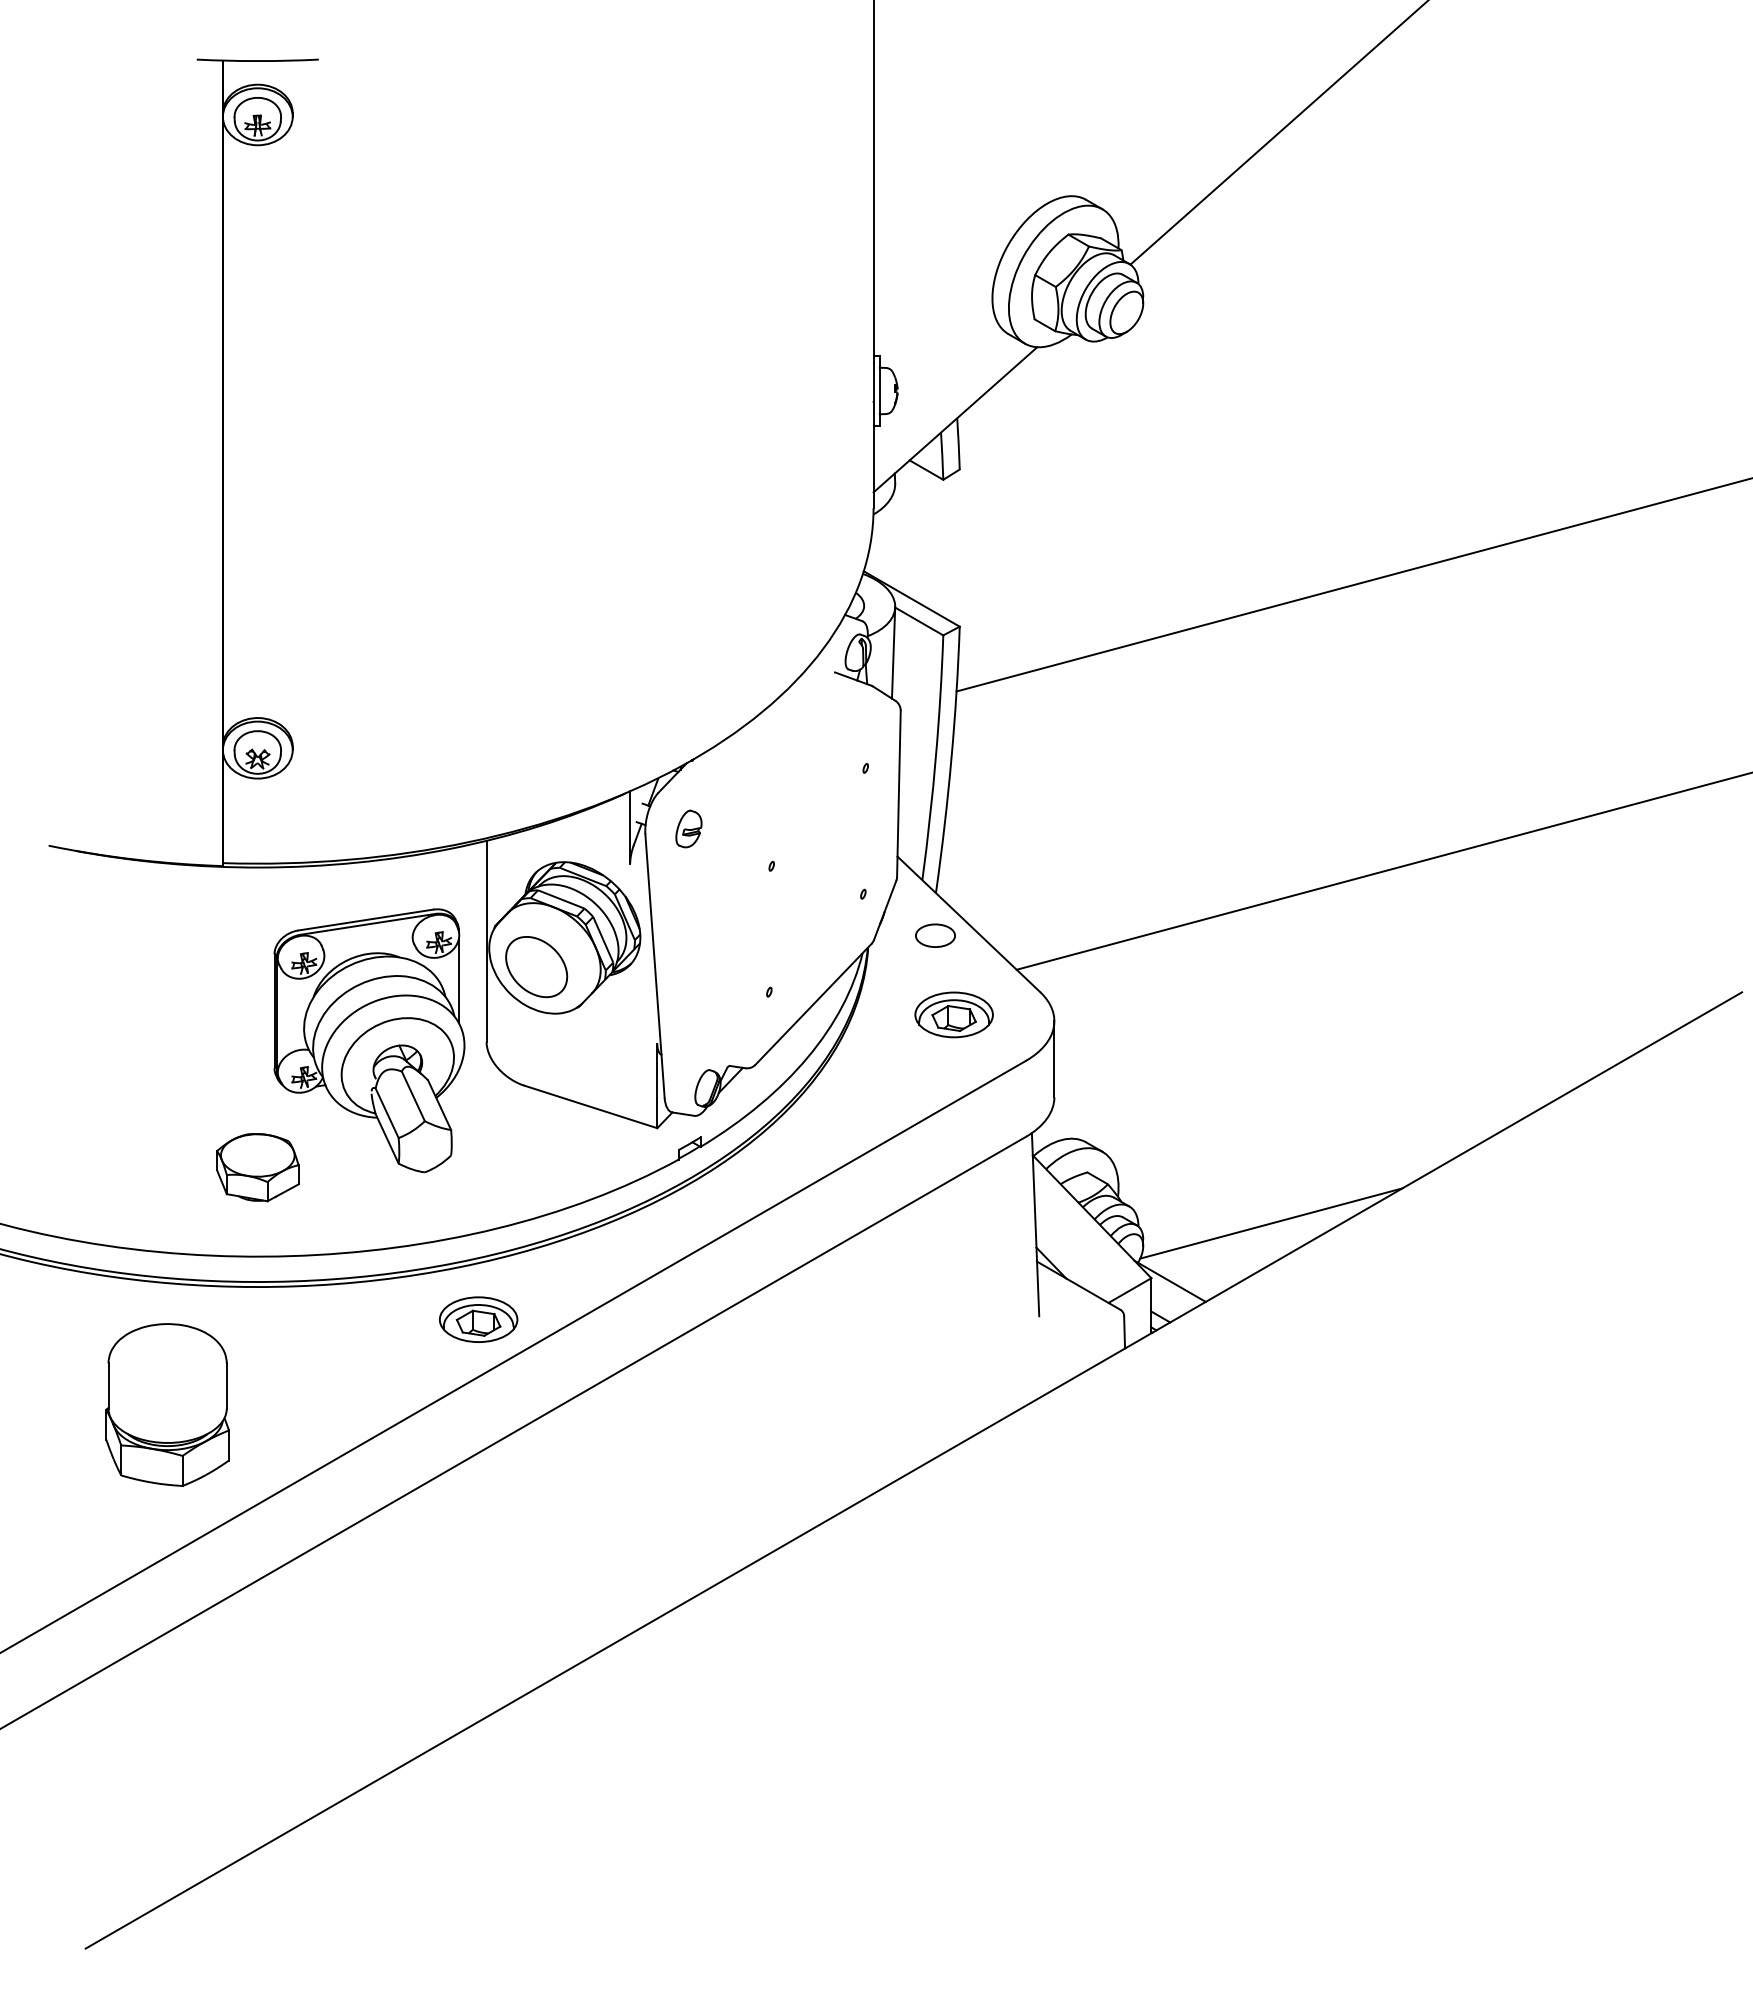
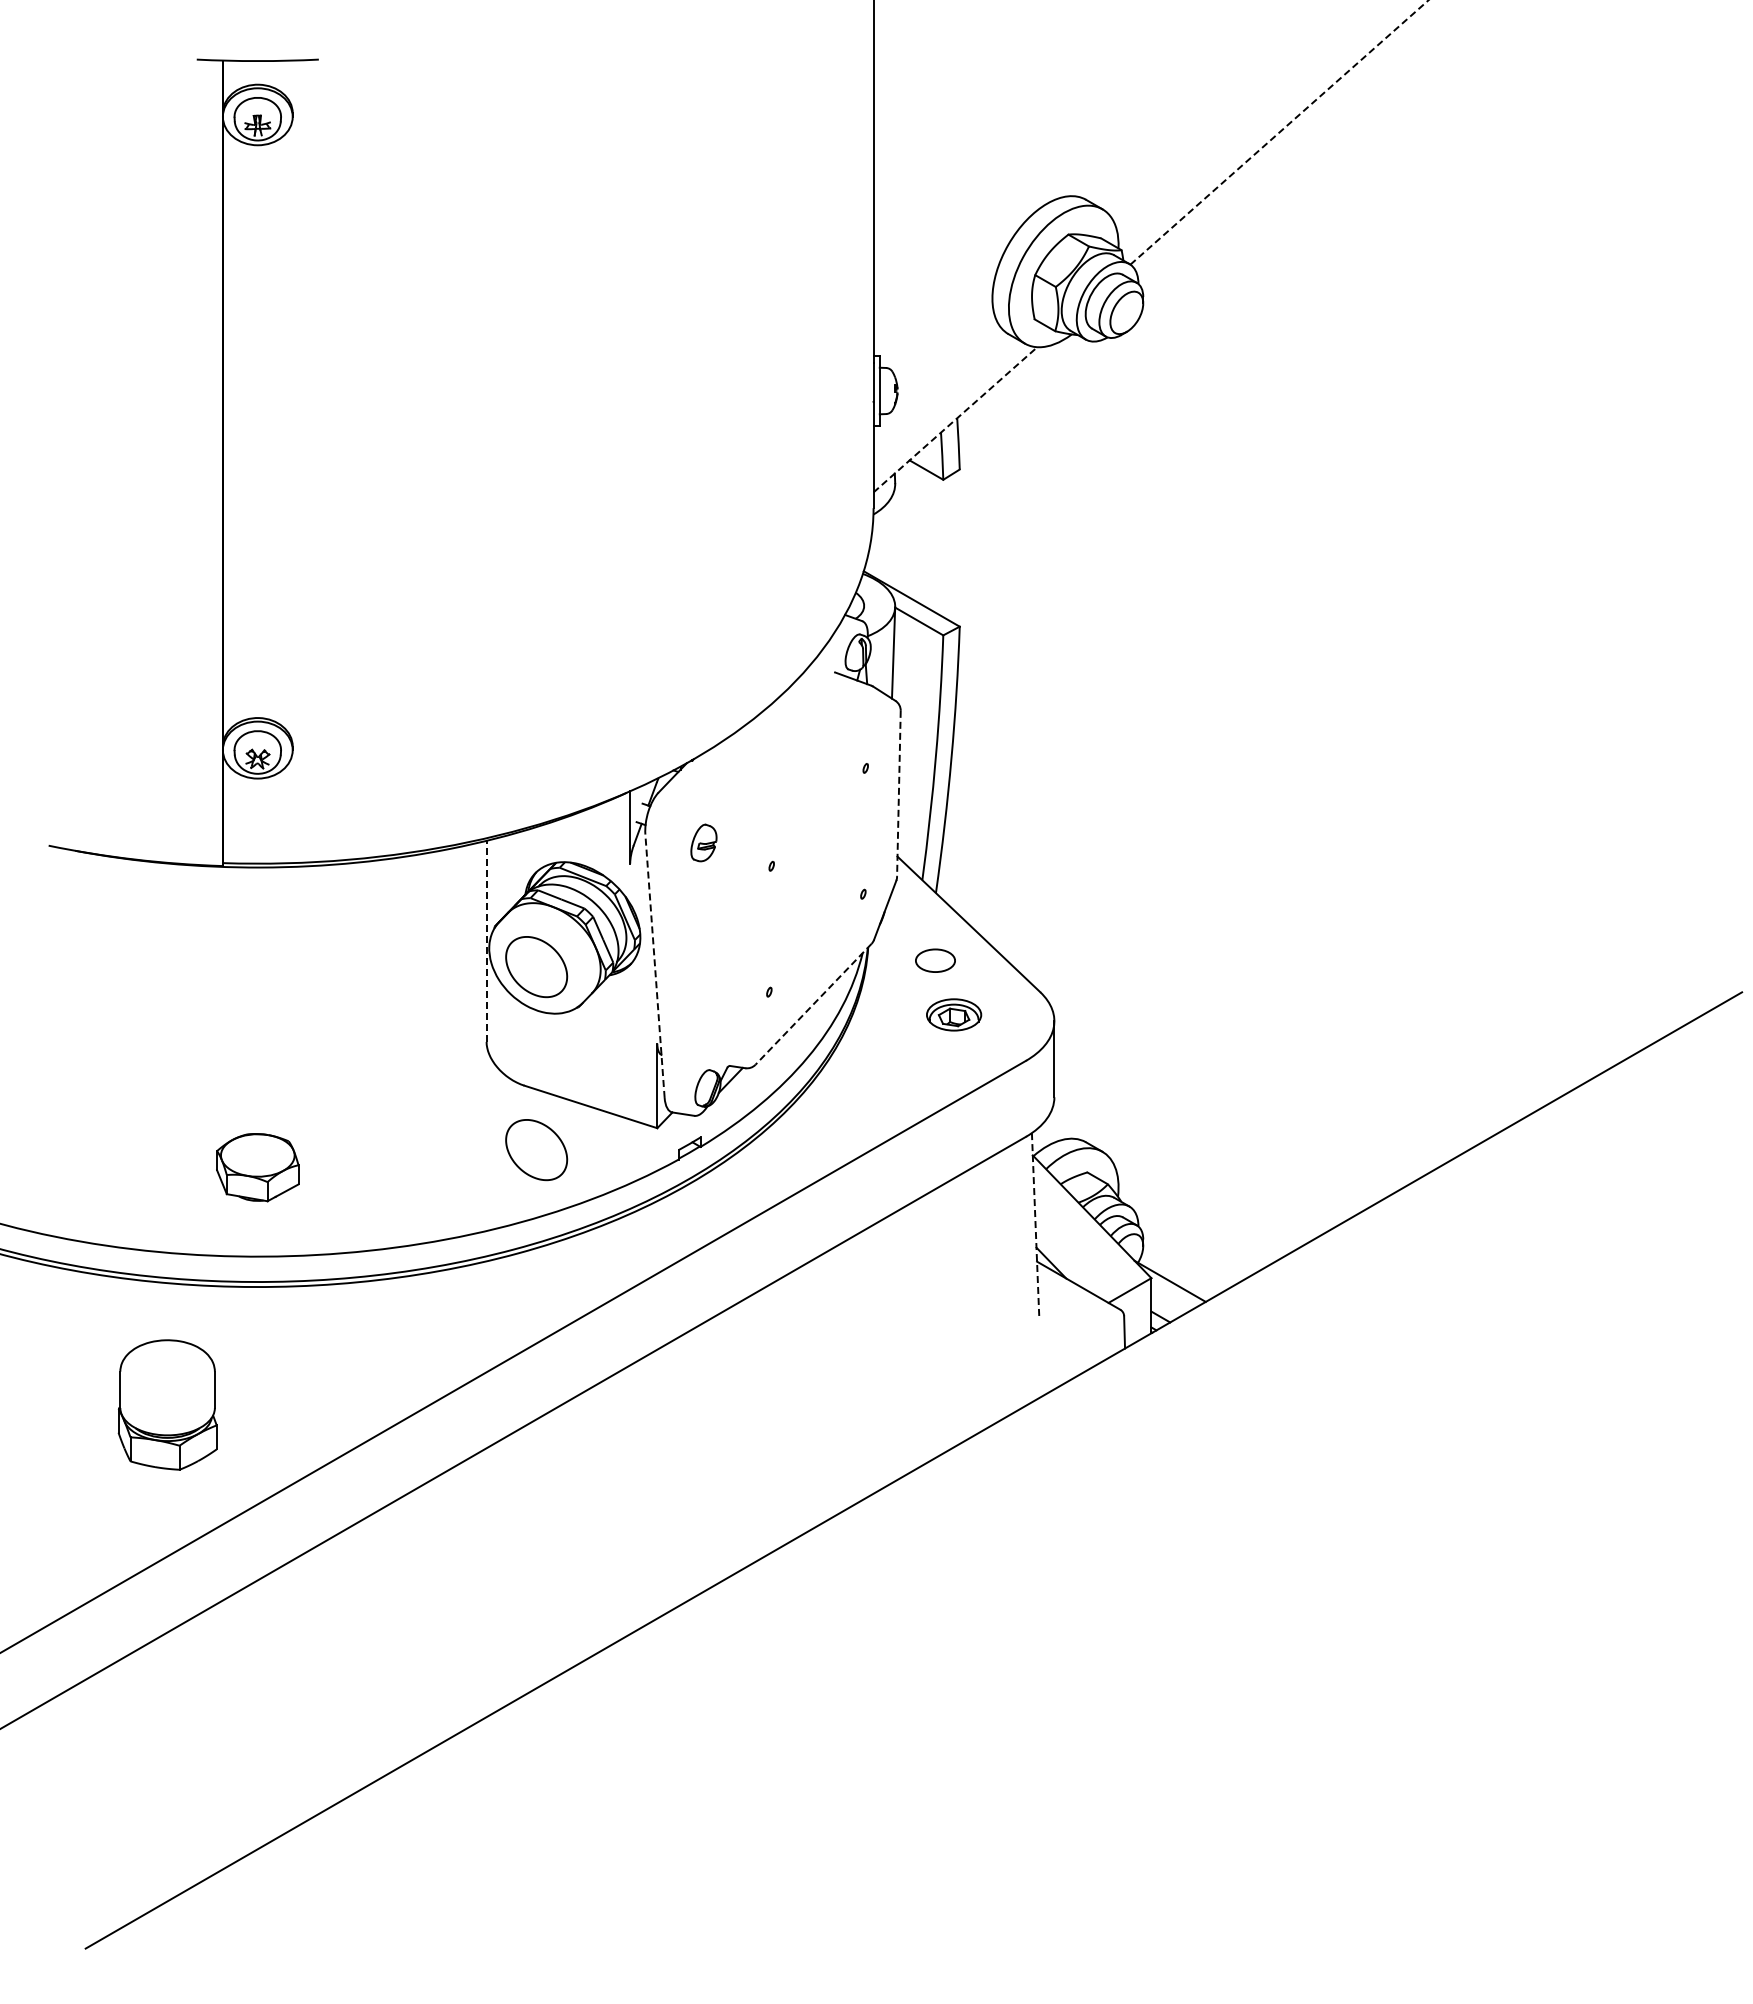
line at (1279, 132): solid -> dashed
line at (955, 419): solid -> dashed
line at (1352, 584): present -> none
line at (898, 794): solid -> dashed
part at (688, 828) position: (688, 828) -> (703, 842)
line at (1382, 871): present -> none
part at (935, 935) position: (935, 935) -> (935, 960)
line at (486, 941): solid -> dashed
line at (654, 965): solid -> dashed
line at (813, 1004): solid -> dashed
part at (953, 1014) size: 80x48 px -> 57x34 px
part at (369, 1040): present -> none
part at (536, 1150): none -> present
line at (1271, 1223): present -> none
line at (1035, 1224): solid -> dashed
part at (478, 1319): present -> none
part at (167, 1404) size: 125x164 px -> 101x132 px
